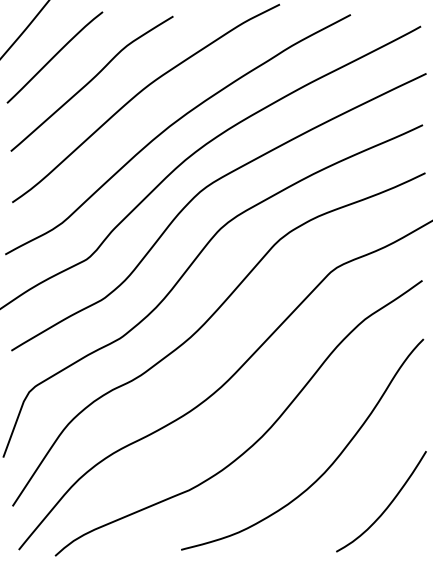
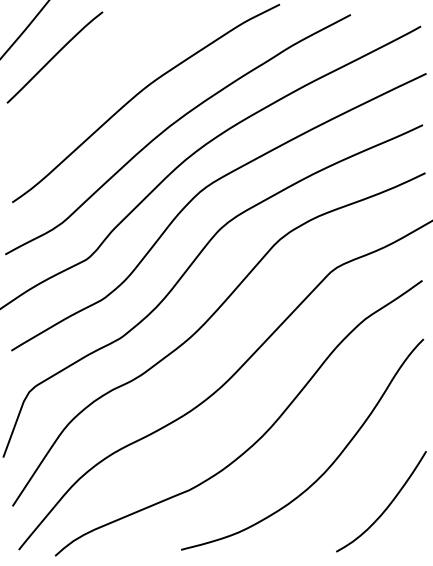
curve at (90, 82): present -> none
